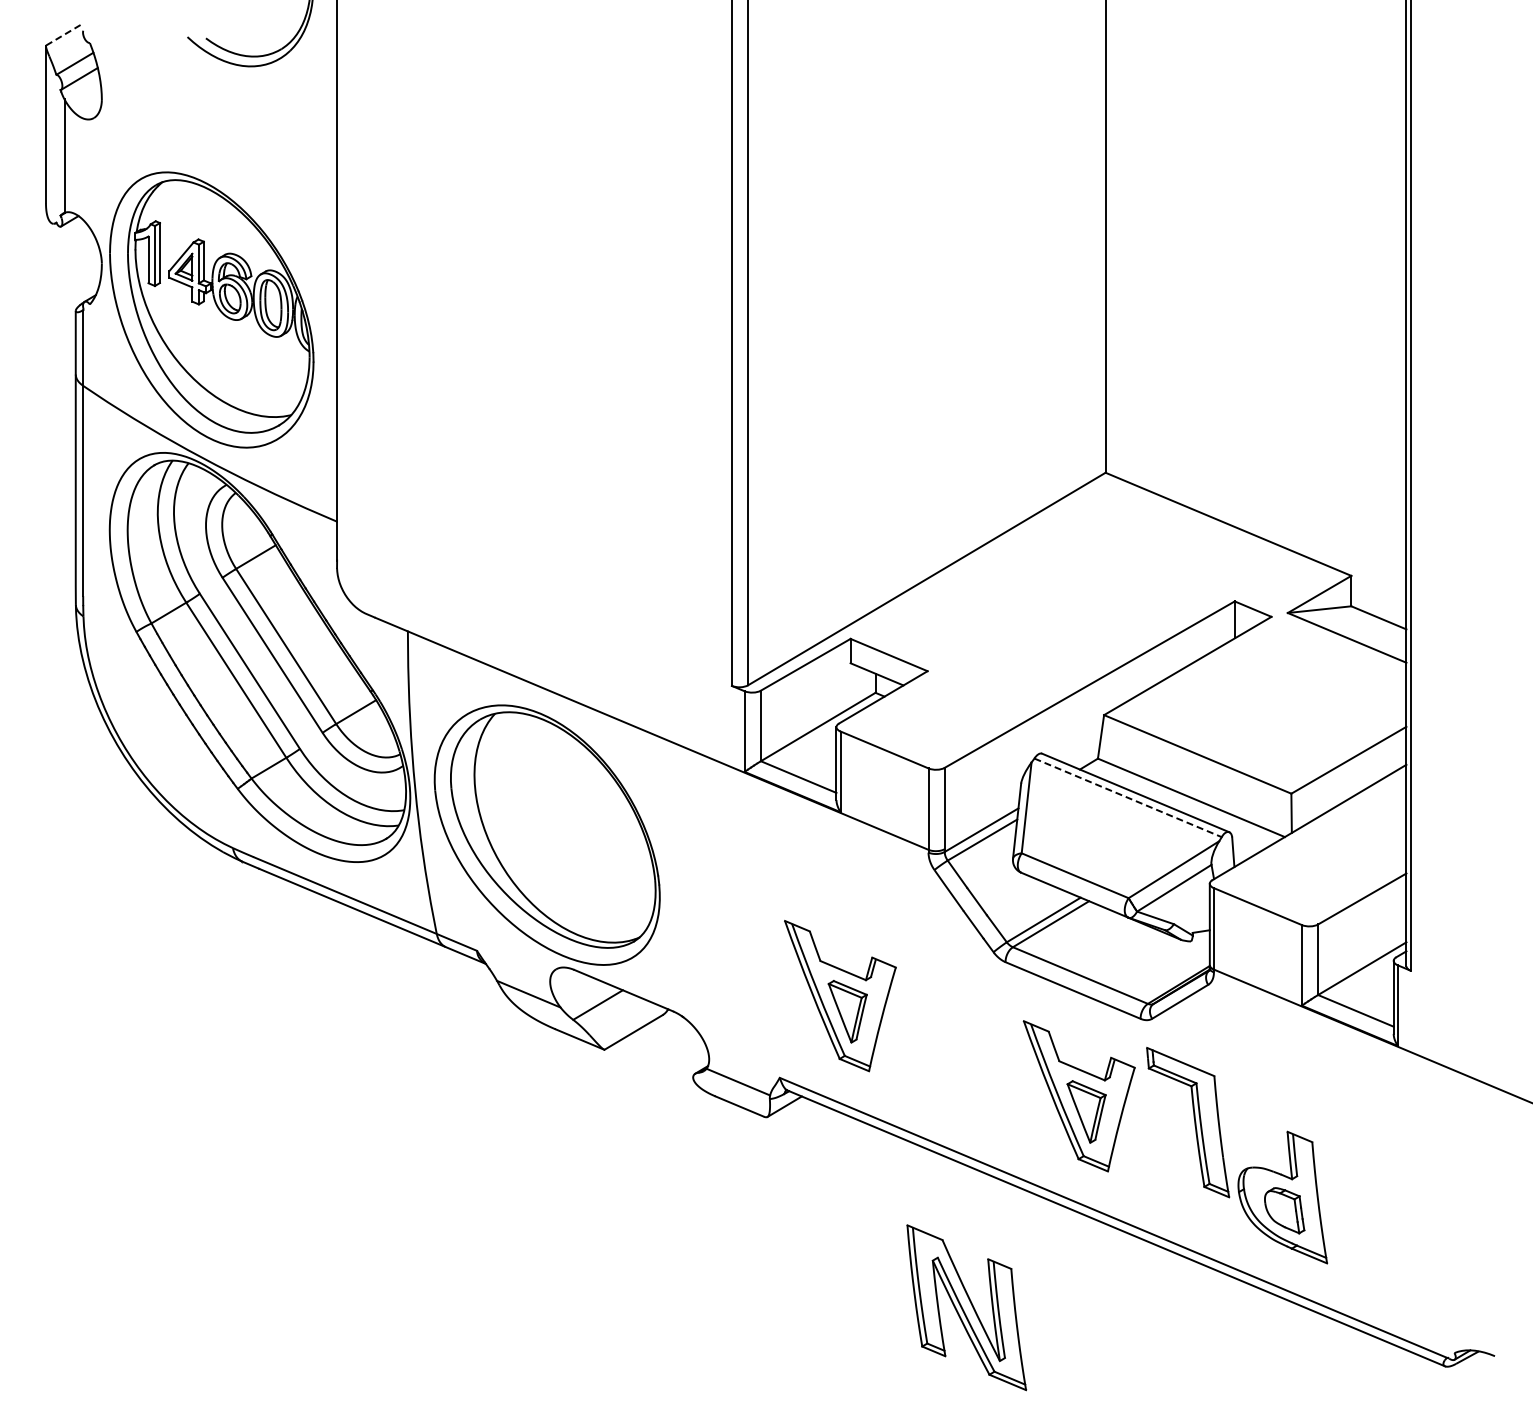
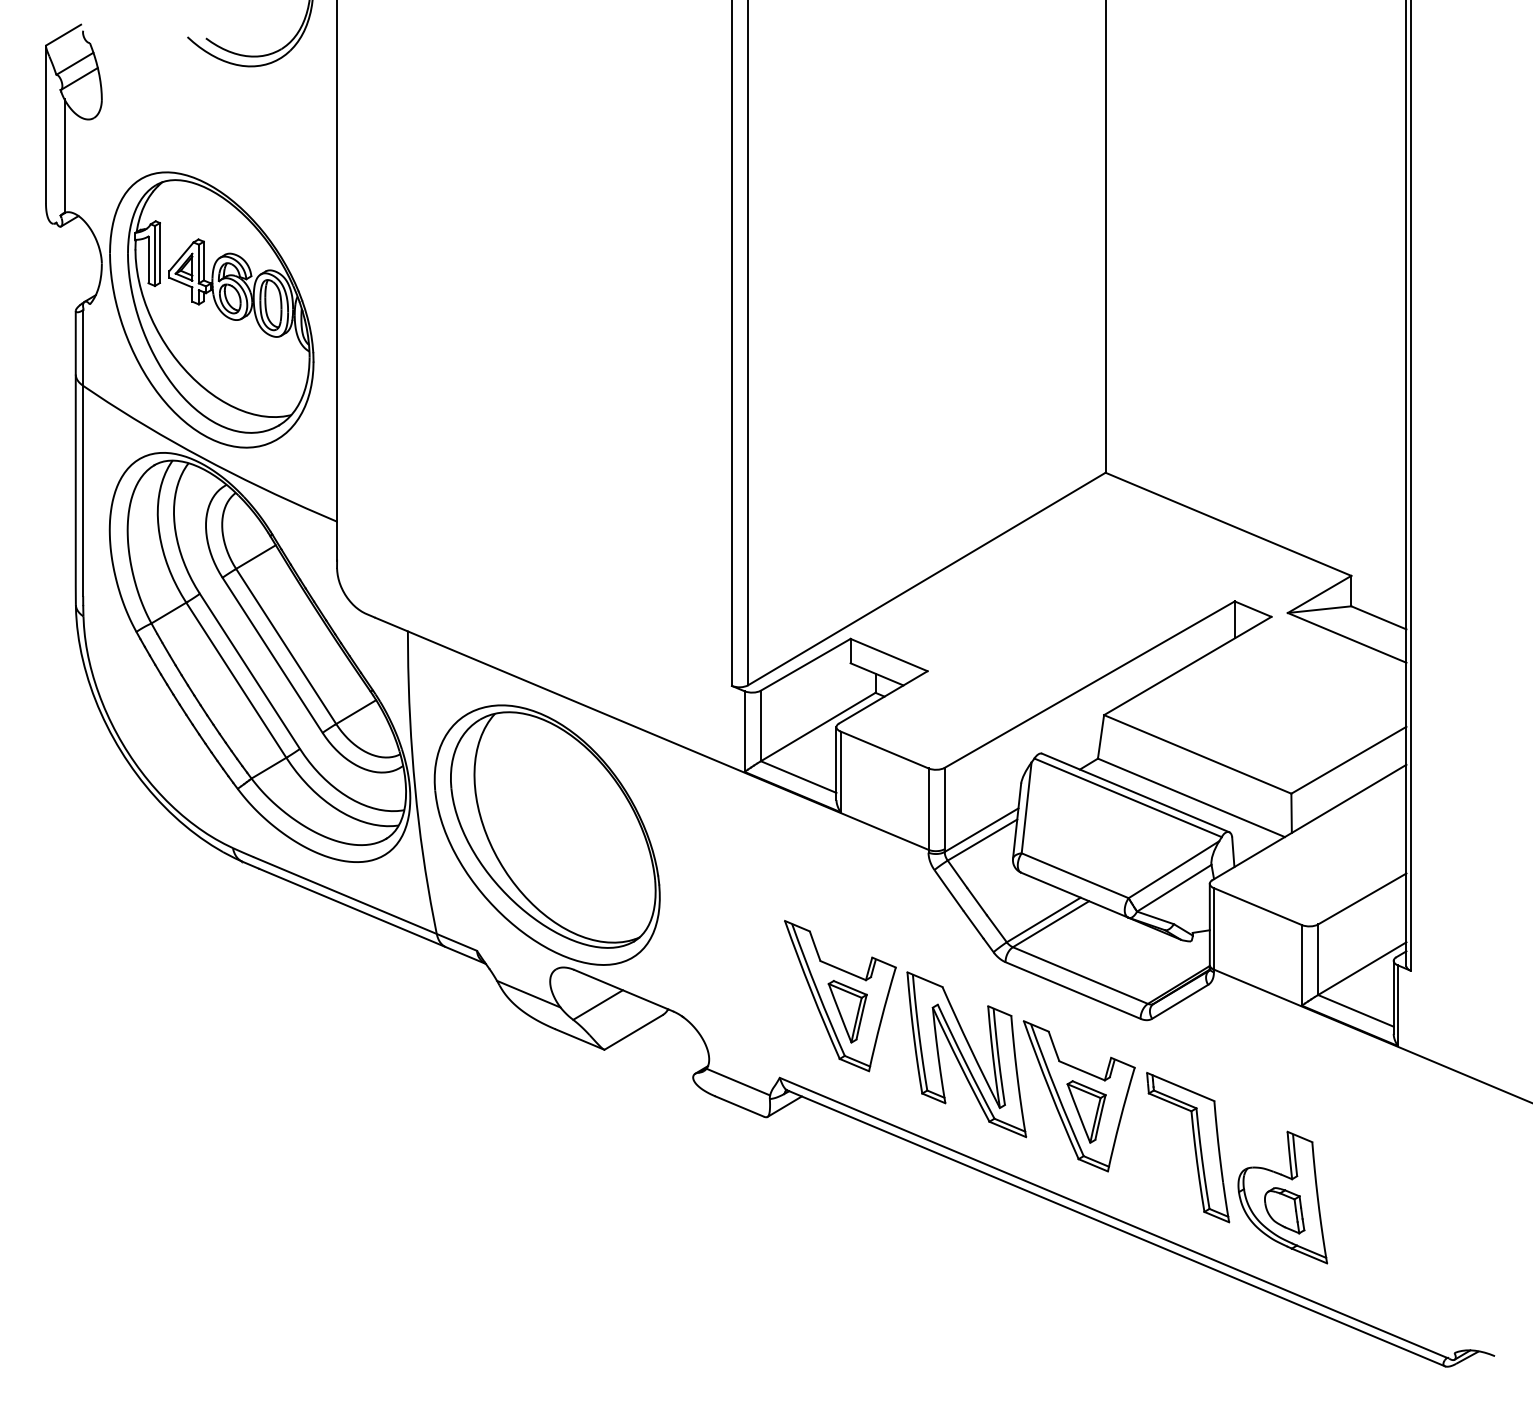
line at (64, 34): dashed -> solid
line at (1128, 797): dashed -> solid
part at (1188, 1122) position: (1188, 1122) -> (1188, 1147)
part at (966, 1307) position: (966, 1307) -> (966, 1054)
